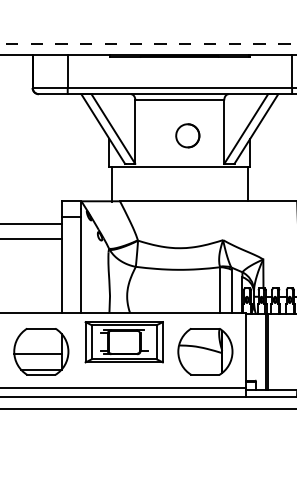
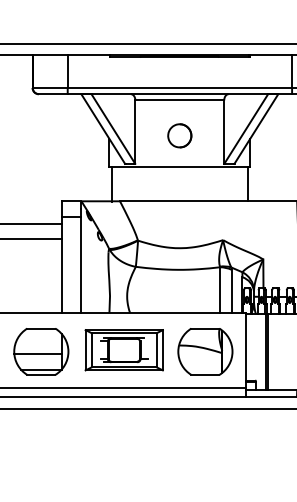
line at (148, 43): dashed -> solid
part at (187, 135) position: (187, 135) -> (179, 135)
part at (123, 342) position: (123, 342) -> (123, 350)
